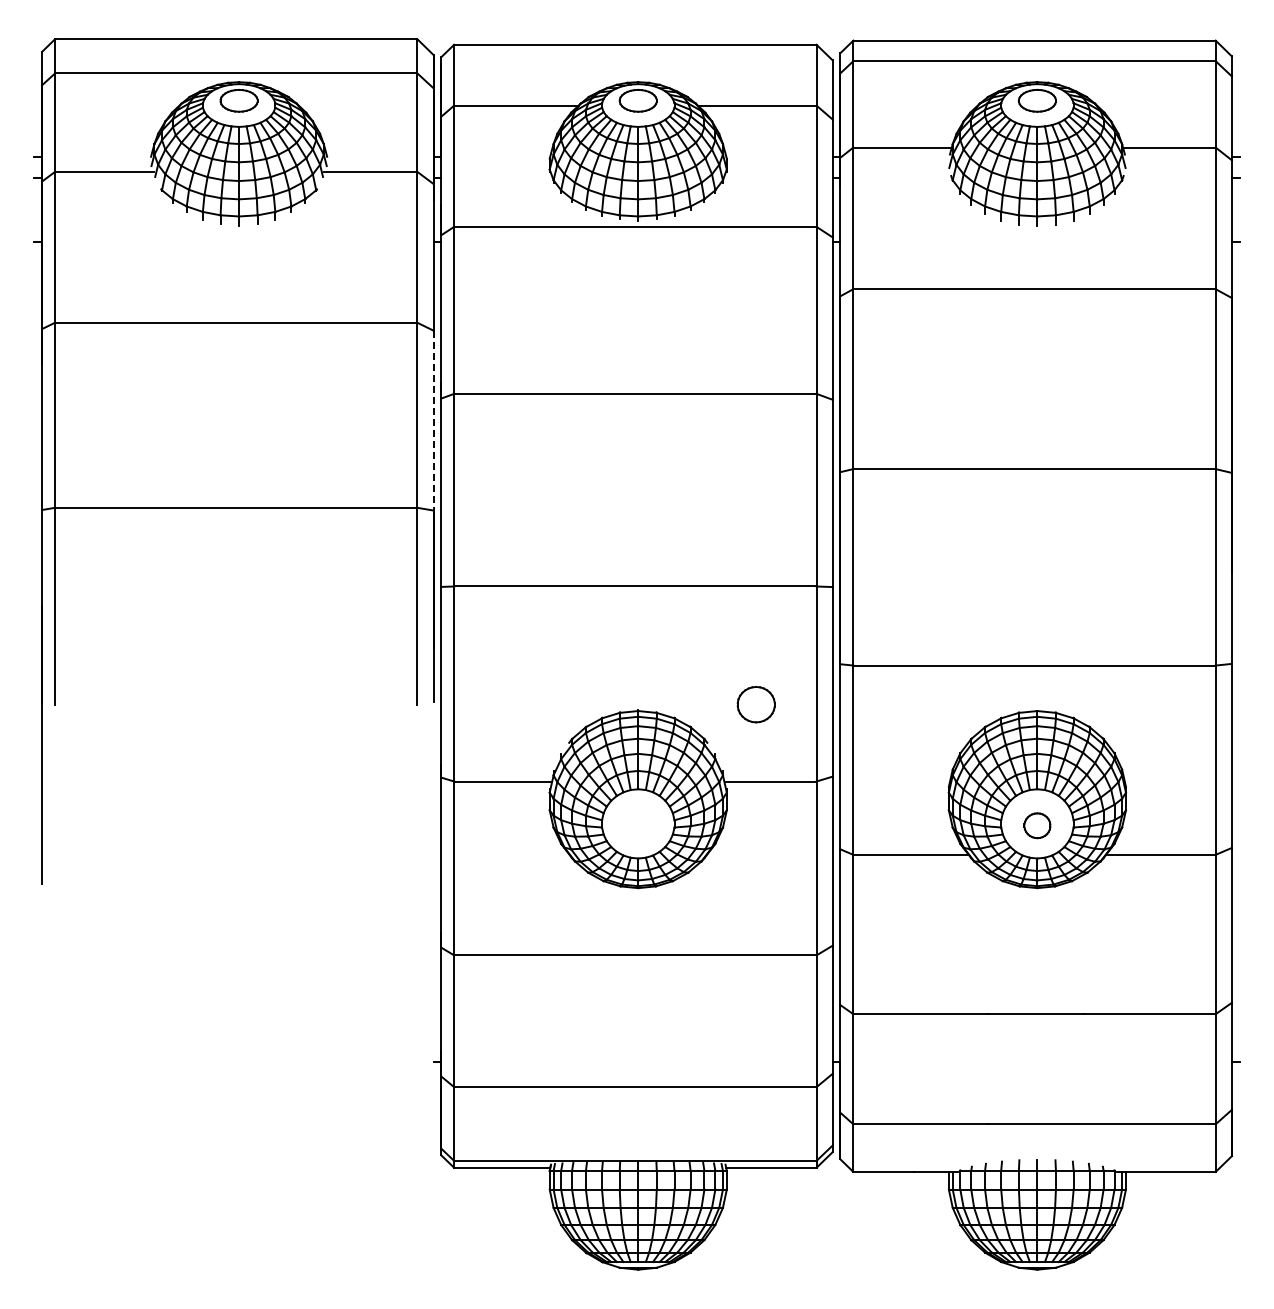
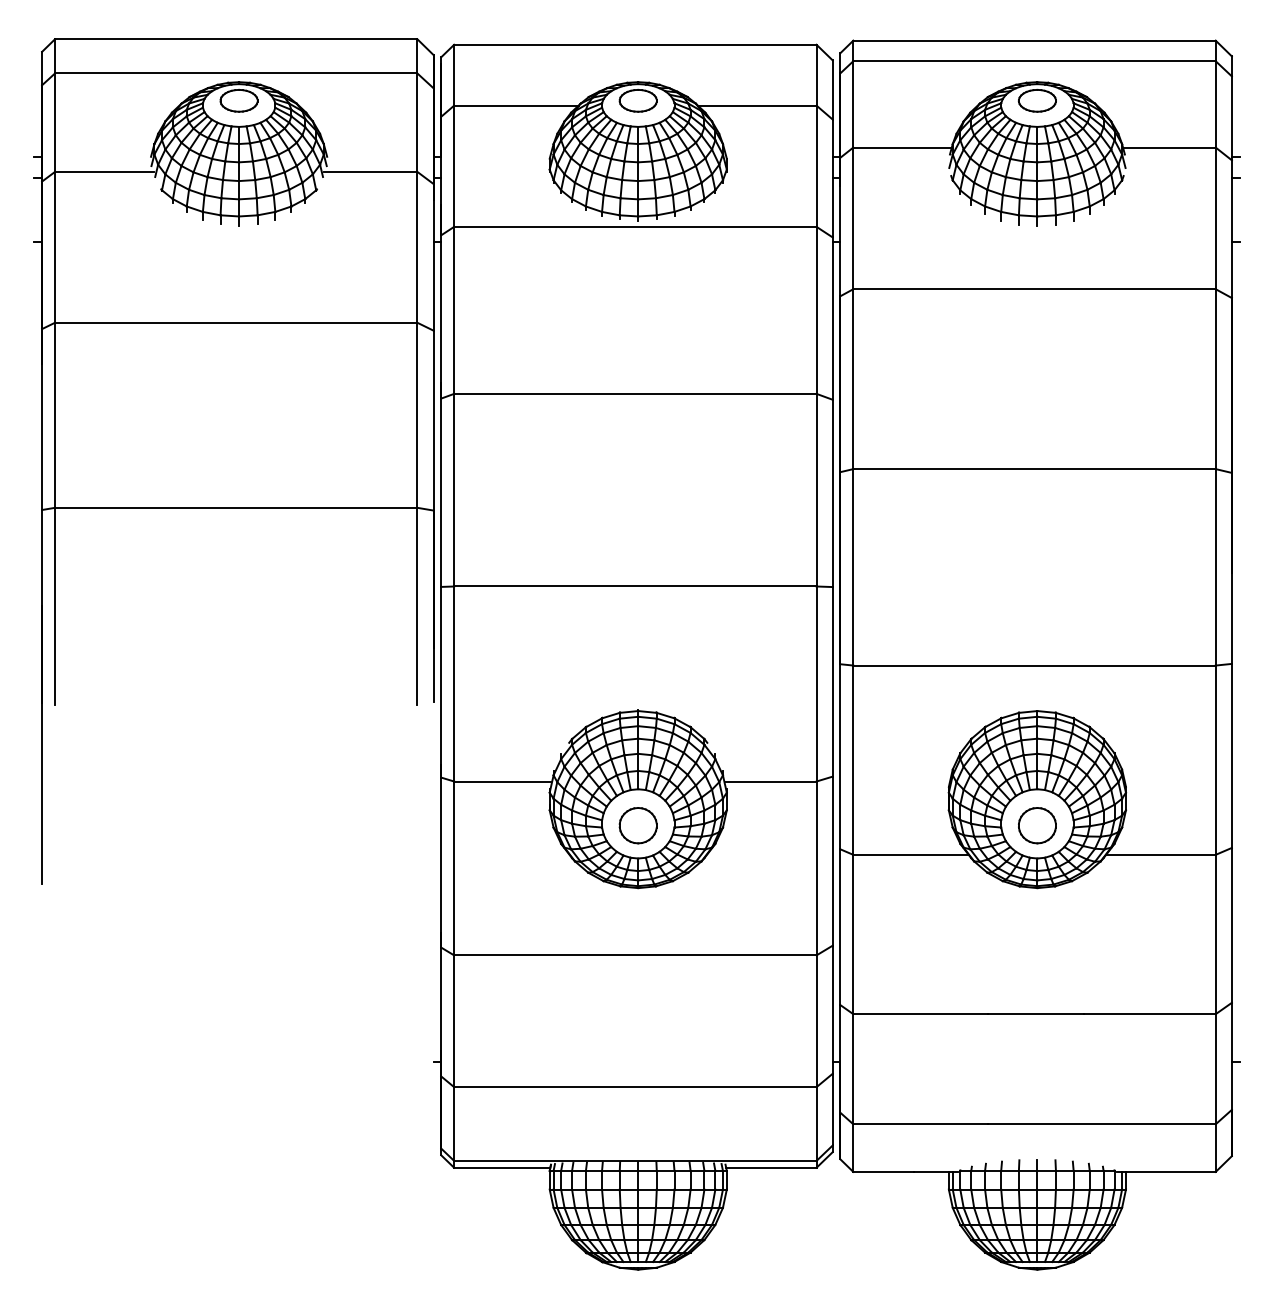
line at (433, 420): dashed -> solid
part at (755, 704) position: (755, 704) -> (637, 825)
part at (1037, 825) size: 29x28 px -> 39x38 px
